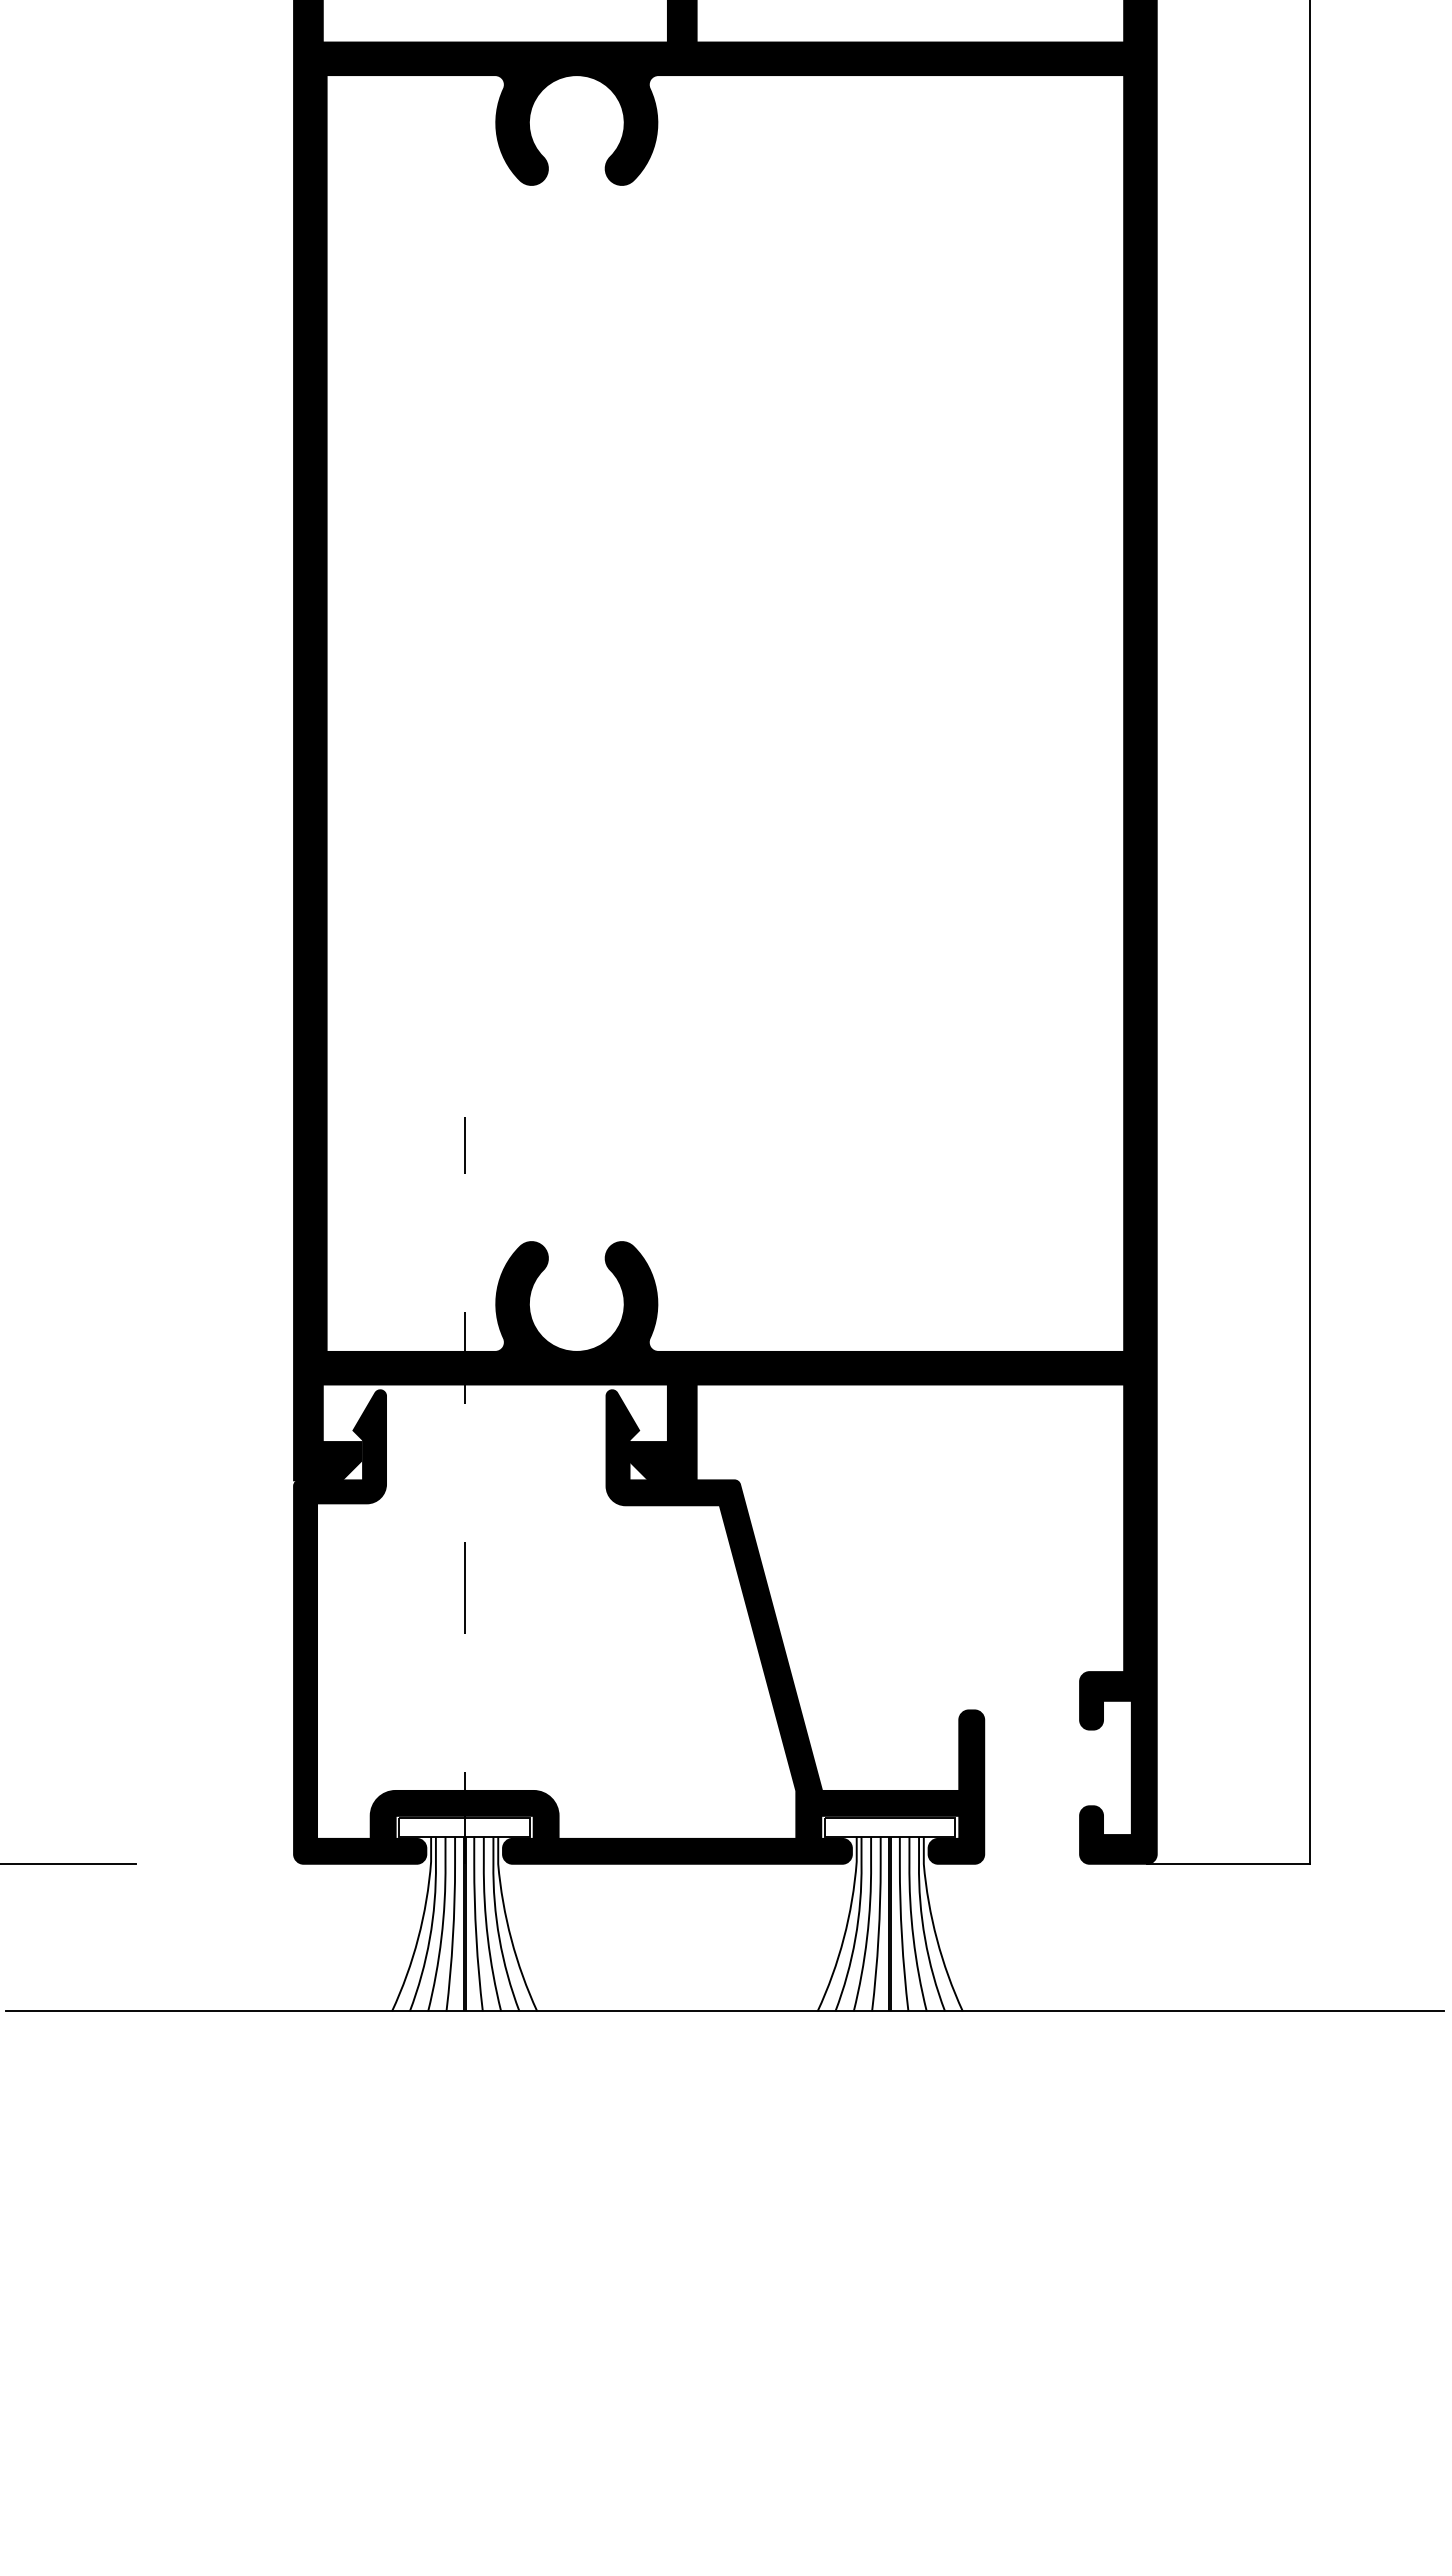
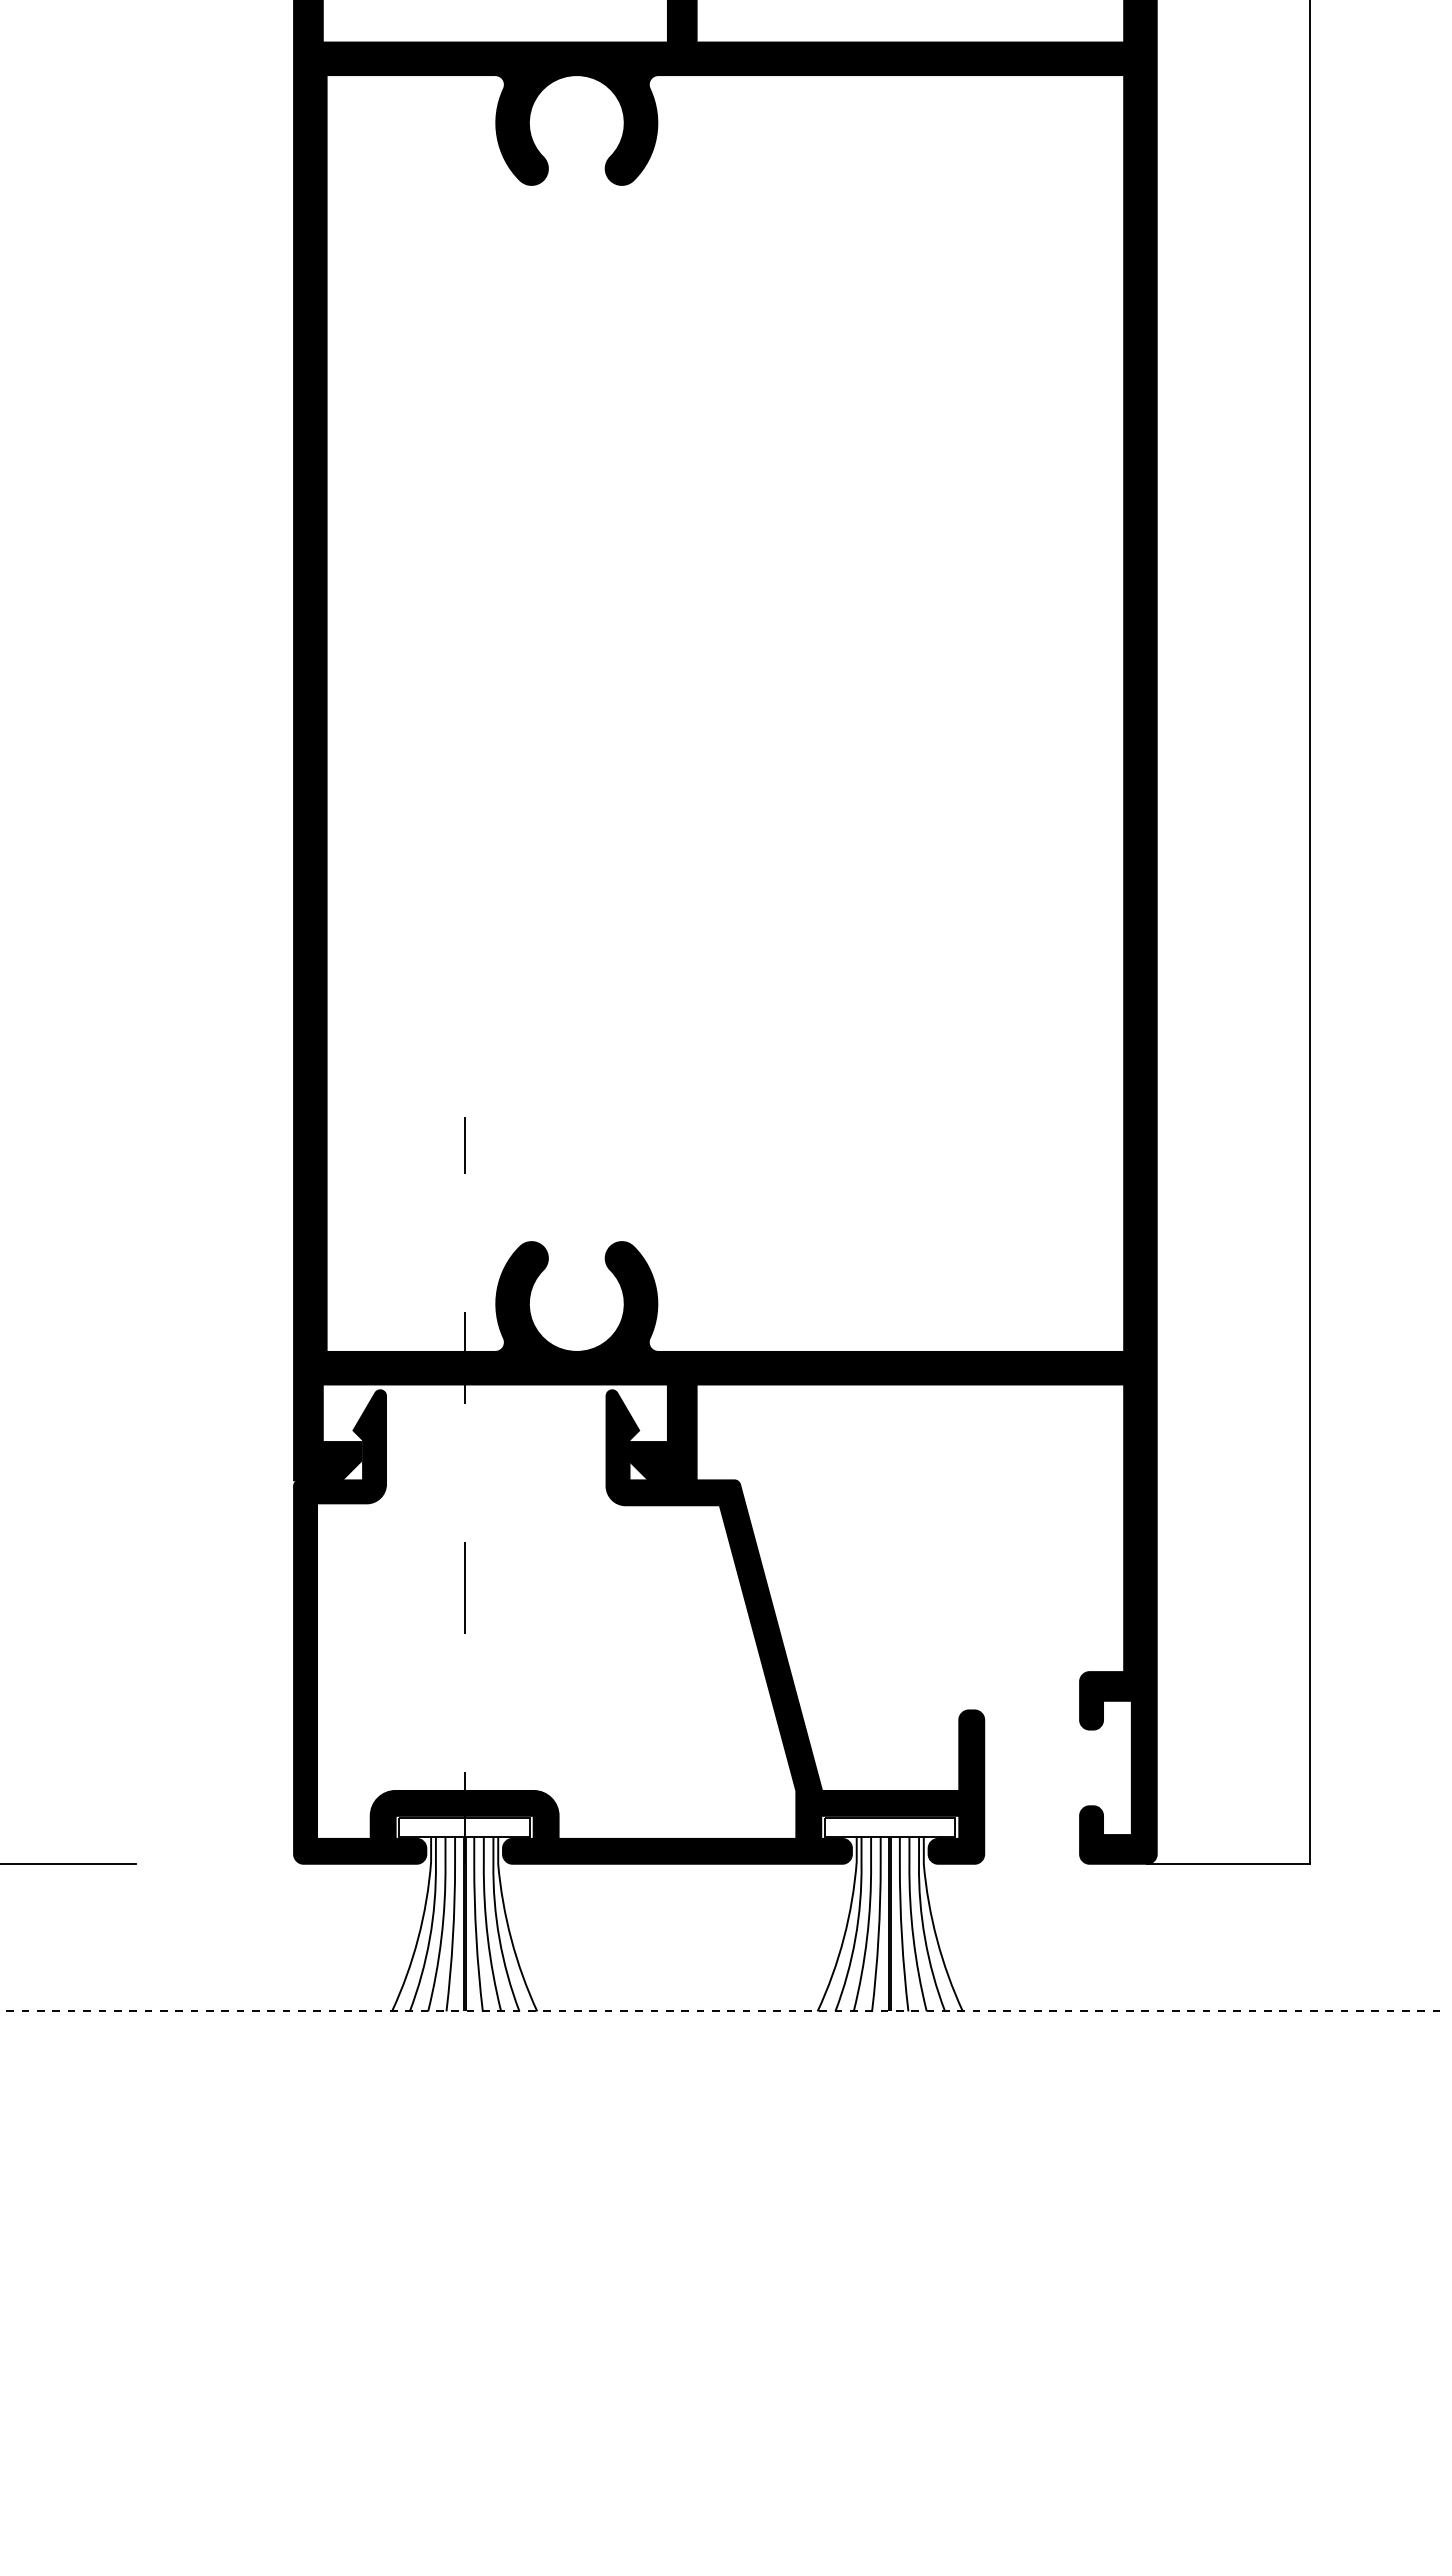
line at (725, 2011): solid -> dashed
